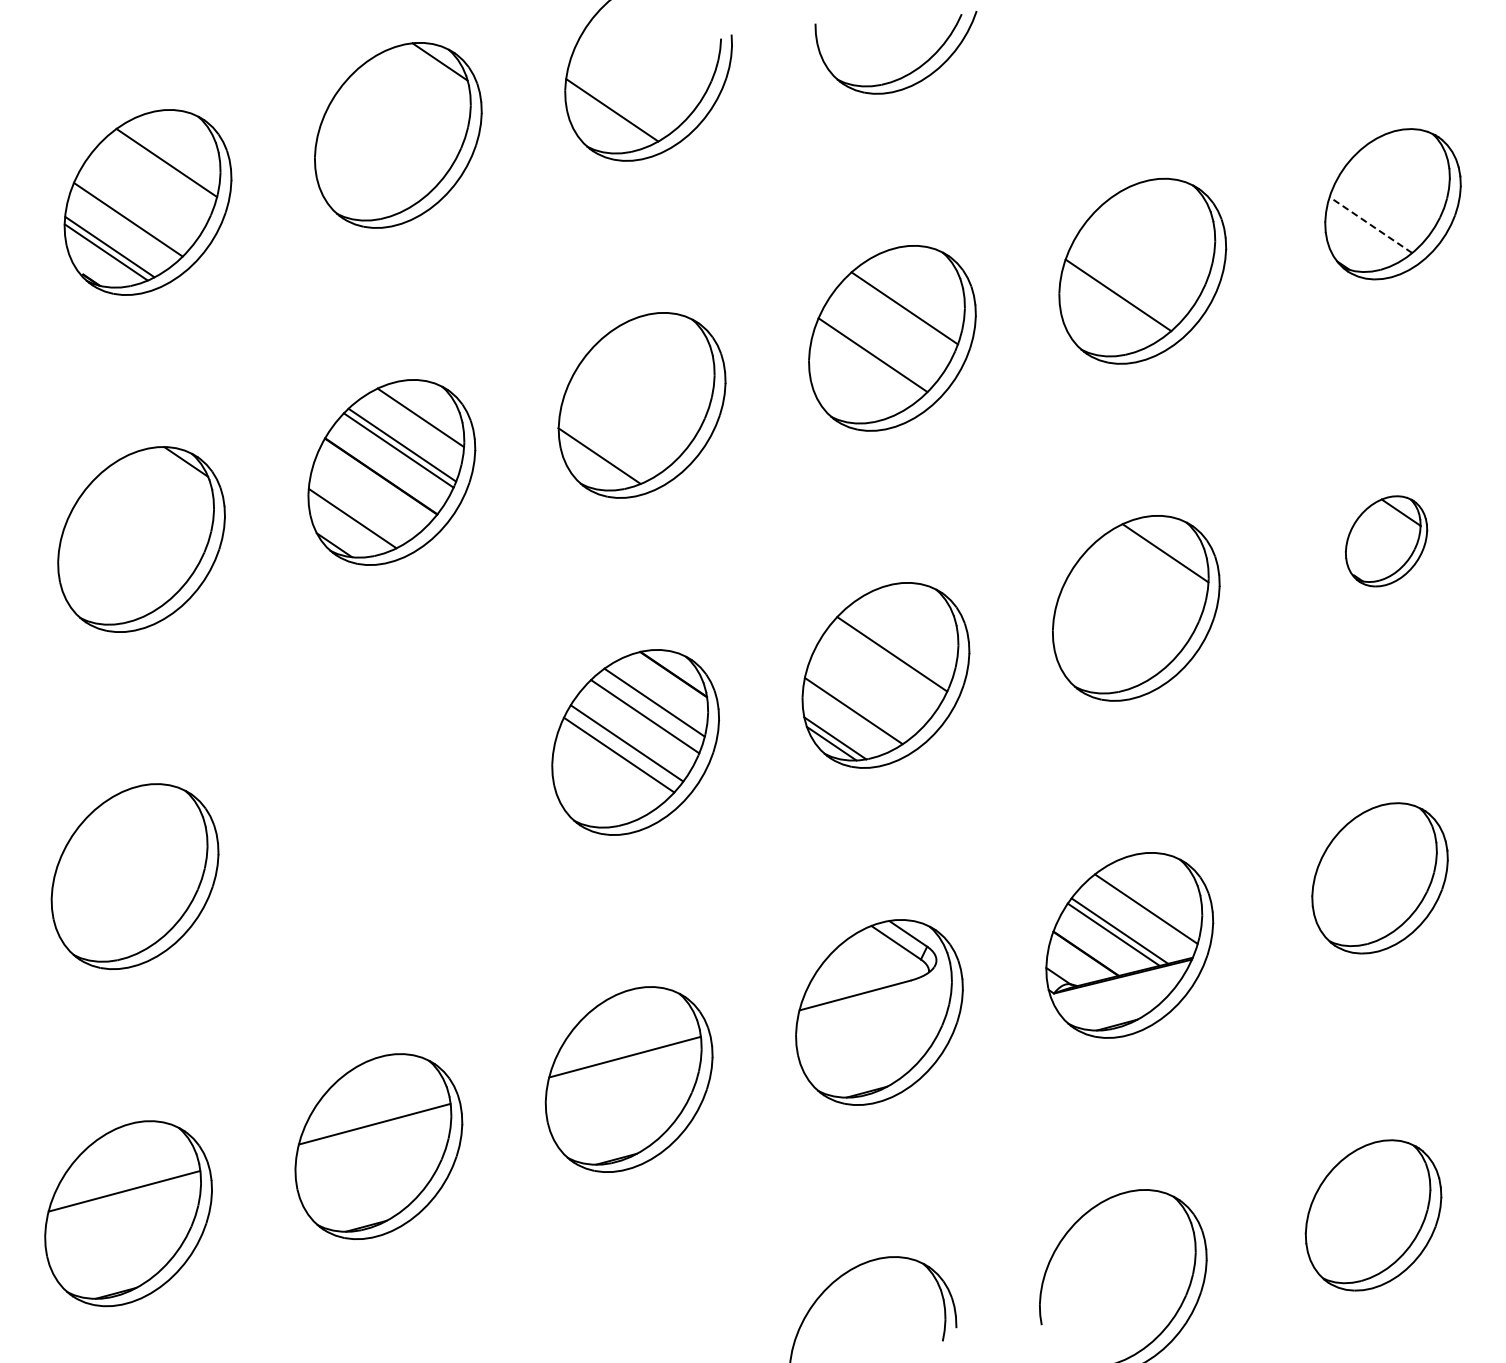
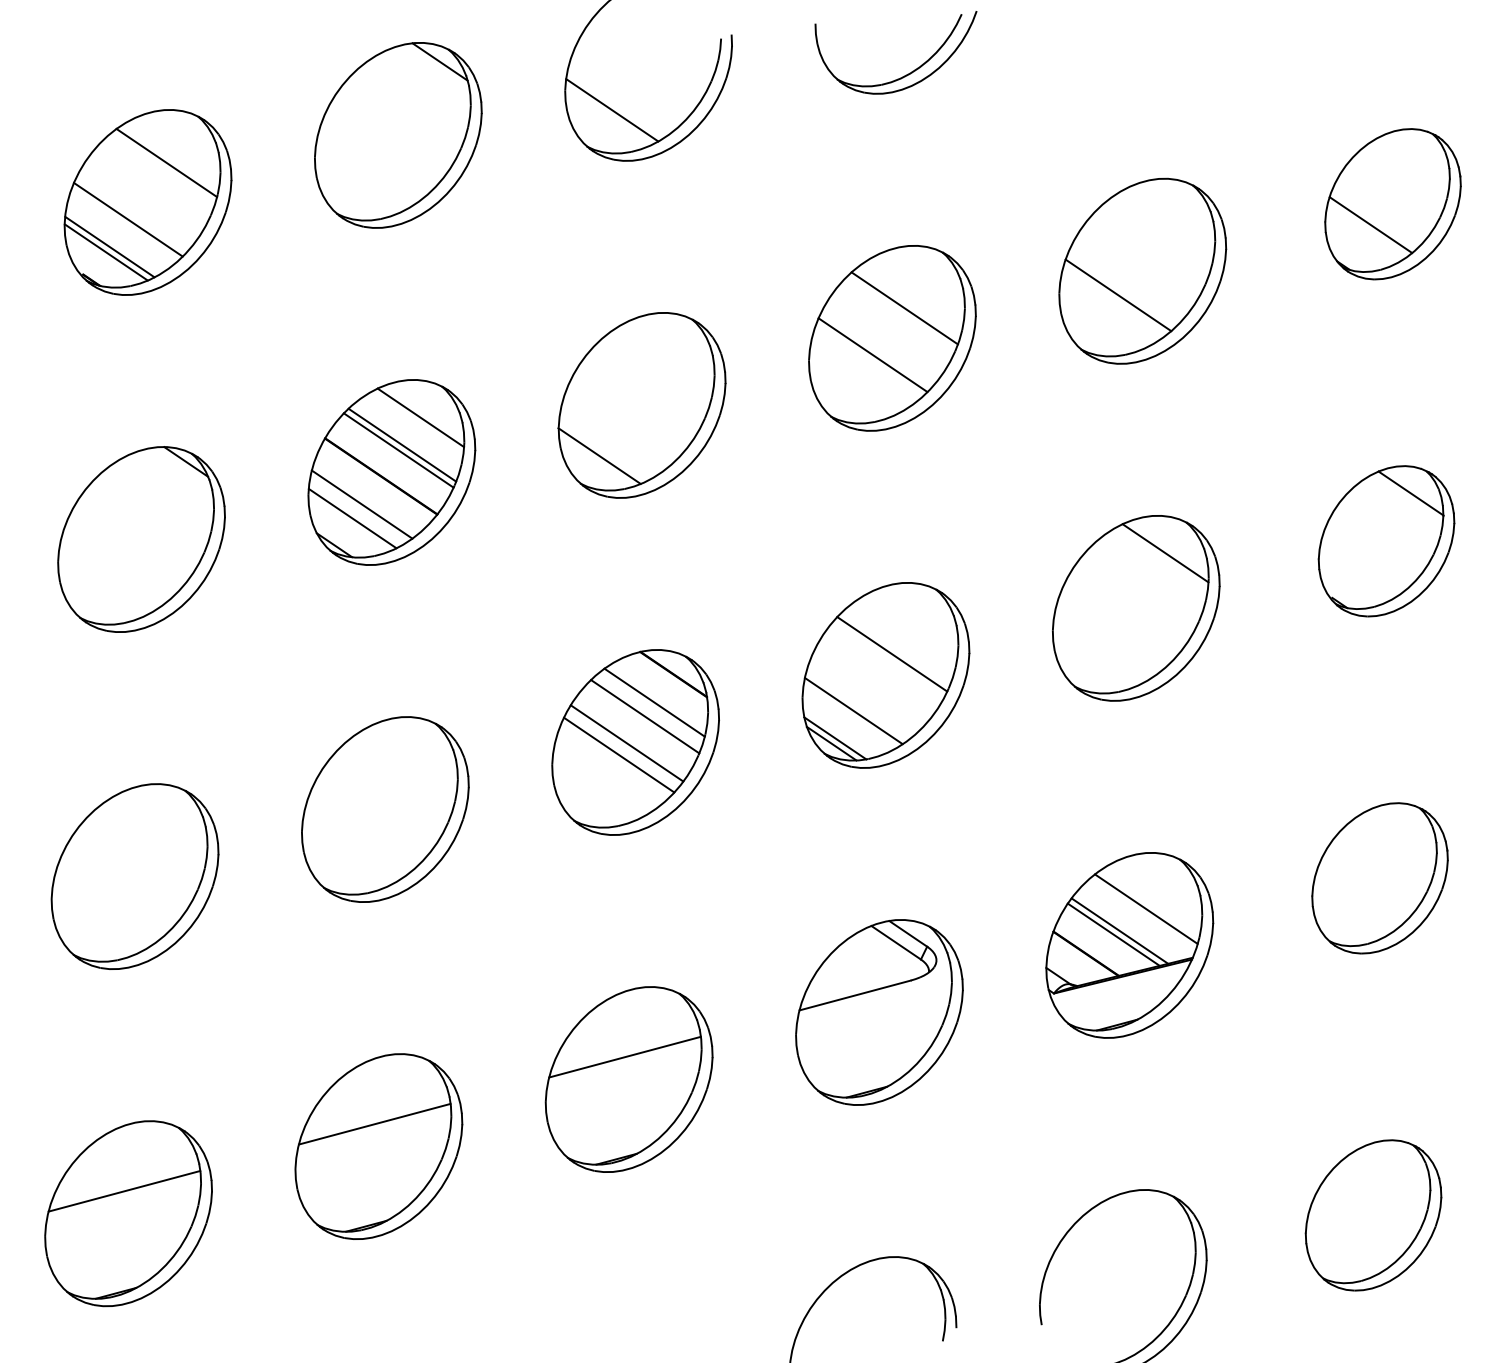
line at (1370, 225): dashed -> solid
line at (361, 504): none -> present
part at (1386, 541) size: 85x93 px -> 139x153 px
part at (385, 809): none -> present
